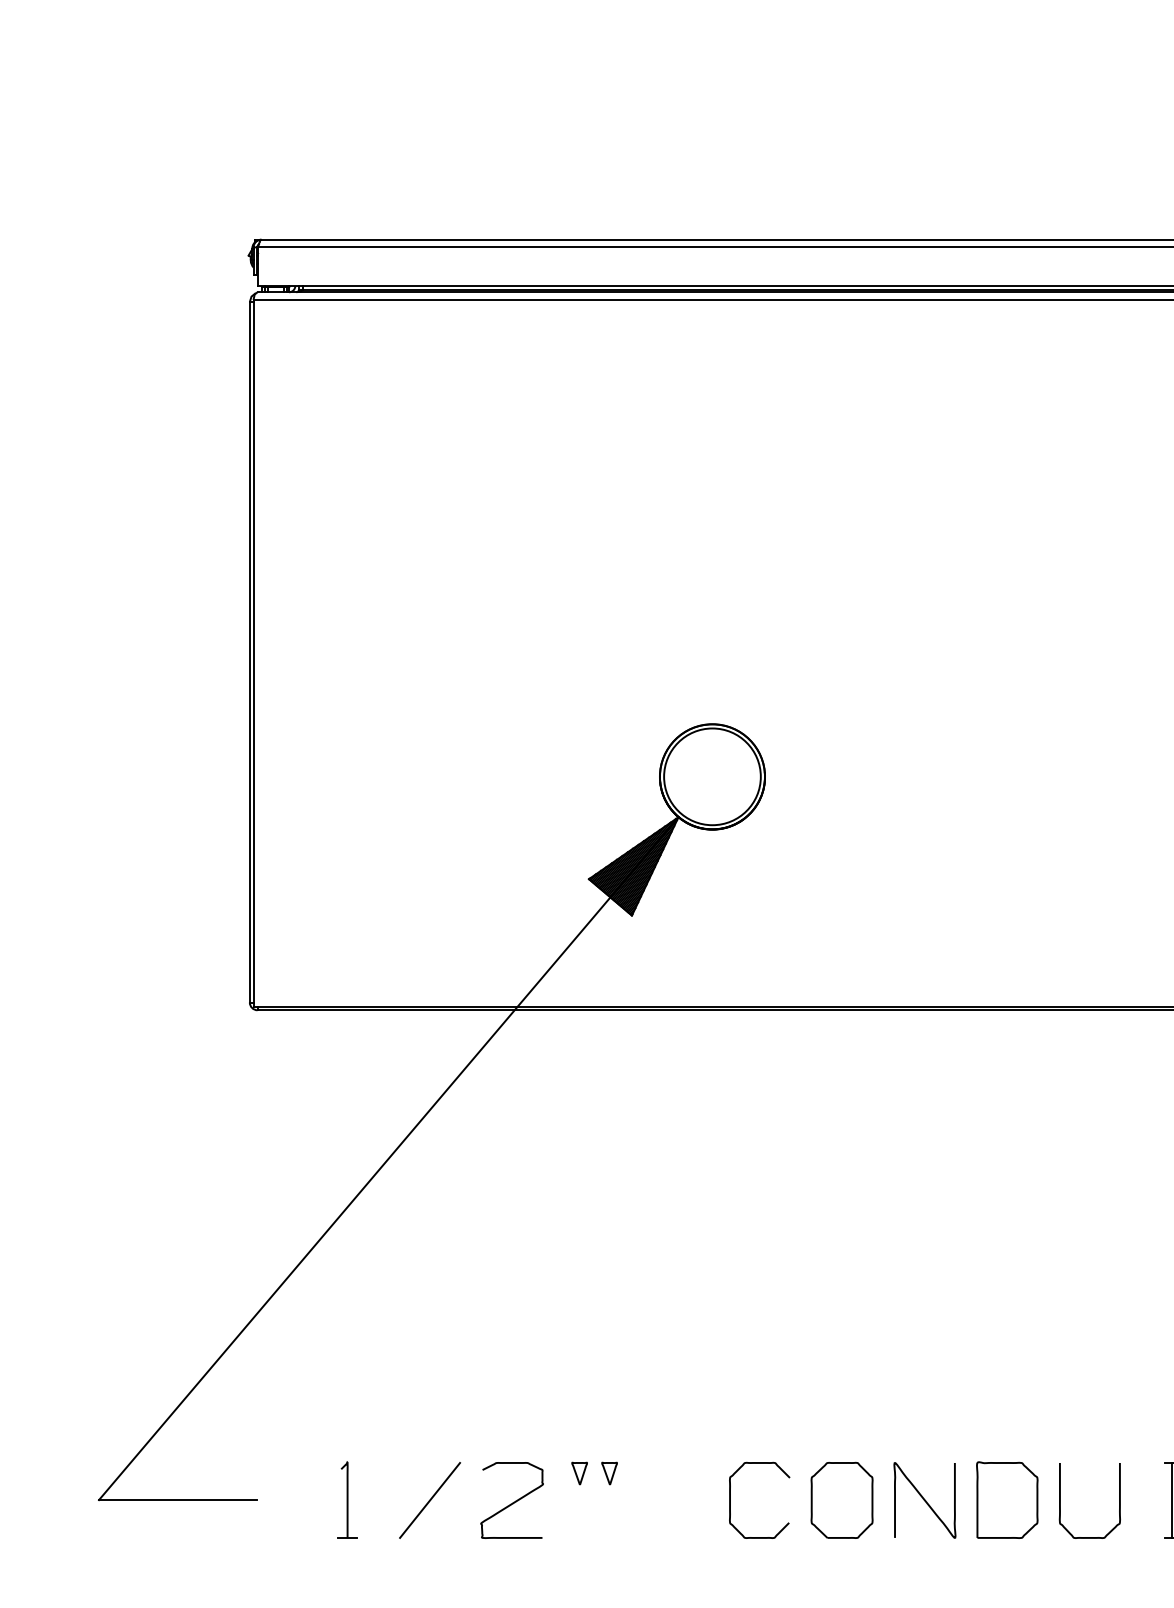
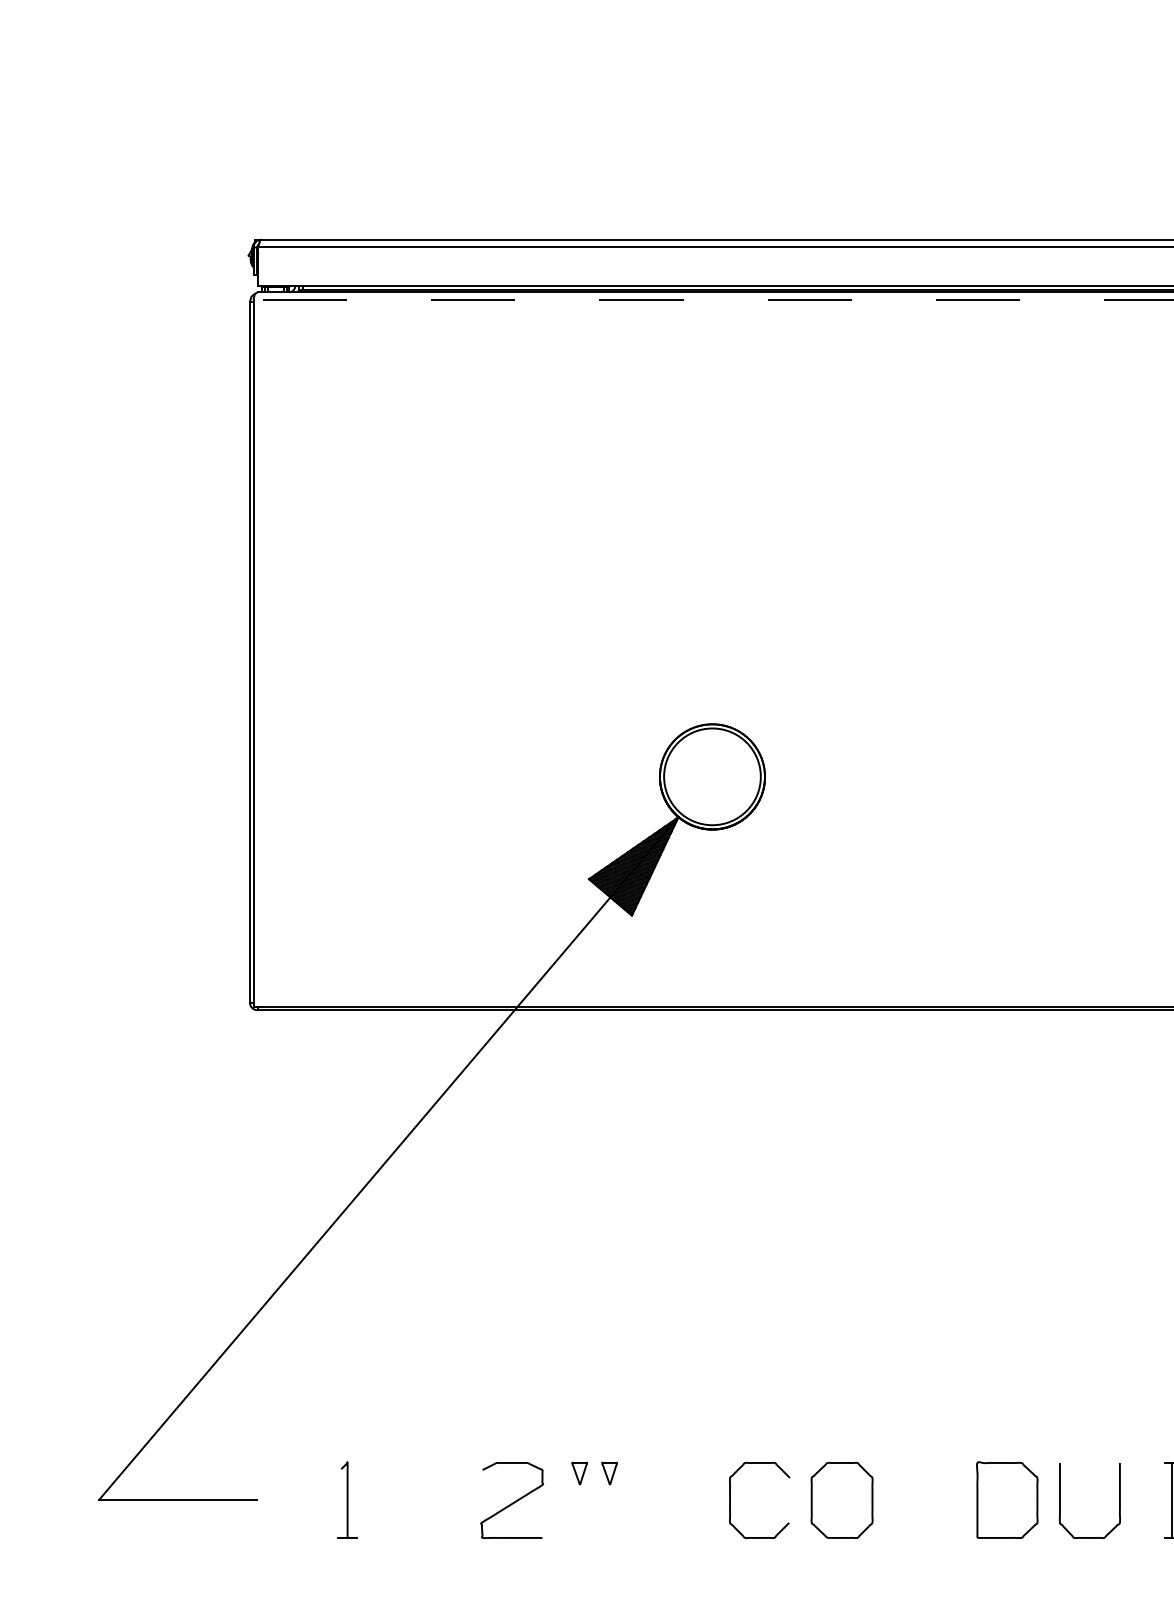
line at (713, 300): solid -> dashed
line at (430, 1499): present -> none
curve at (924, 1500): present -> none
